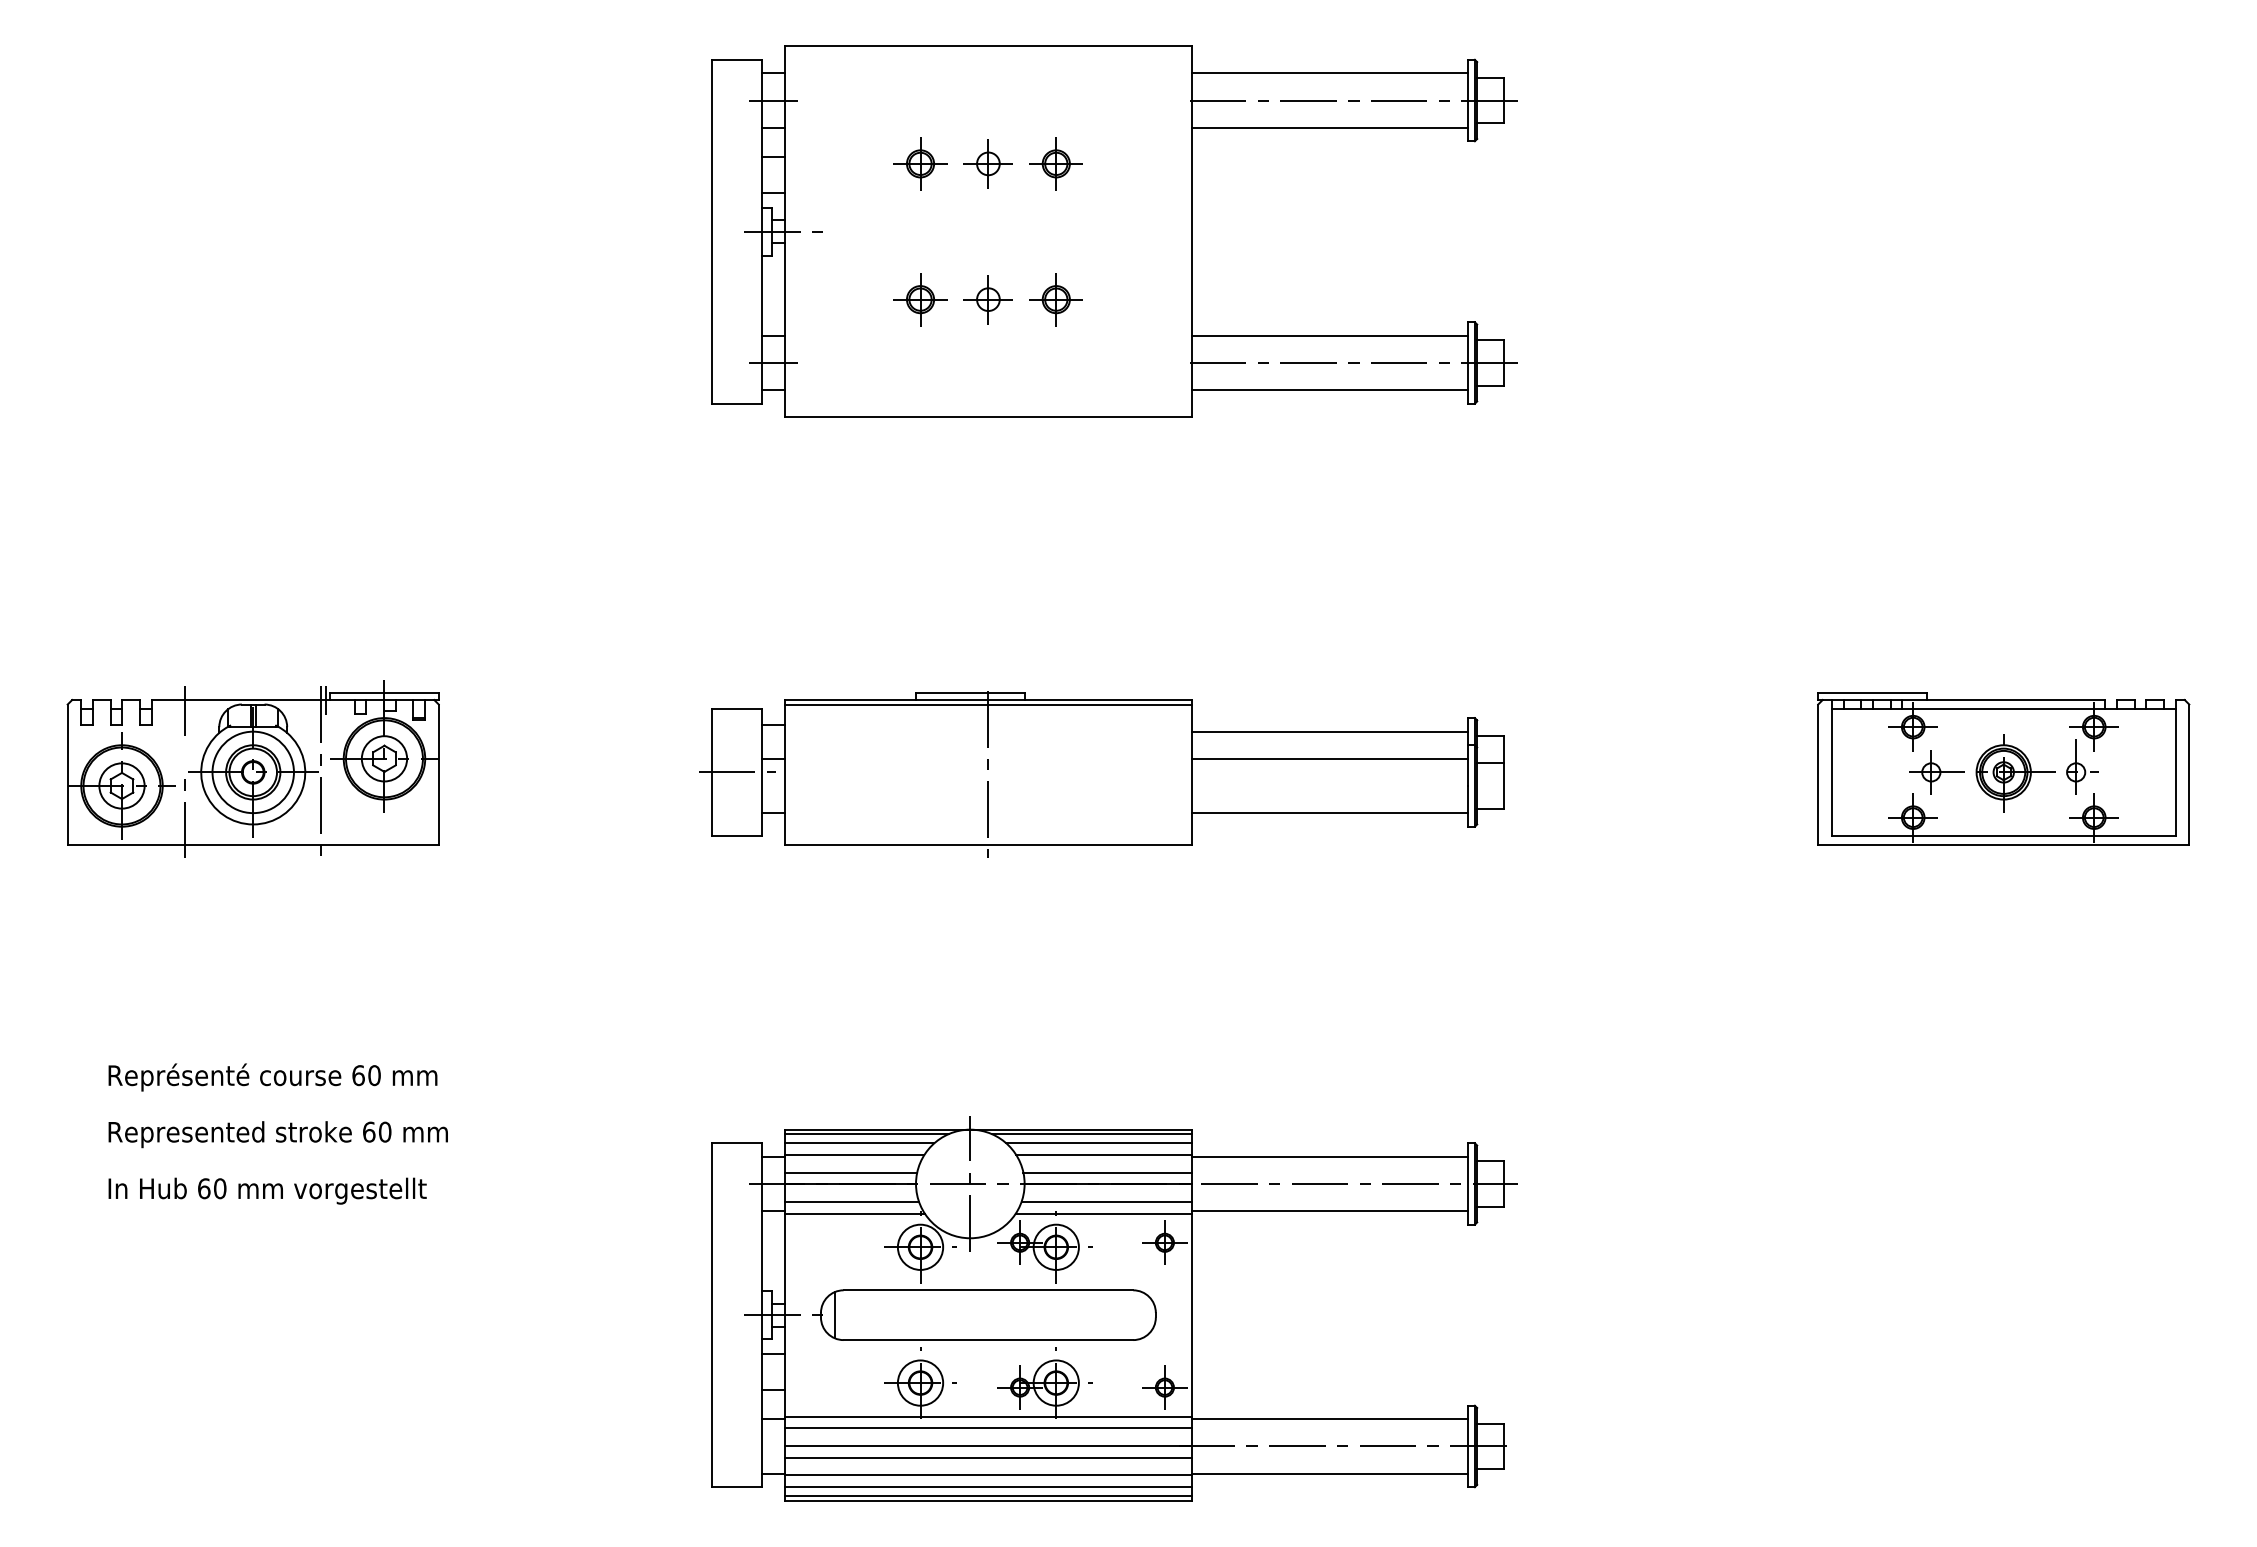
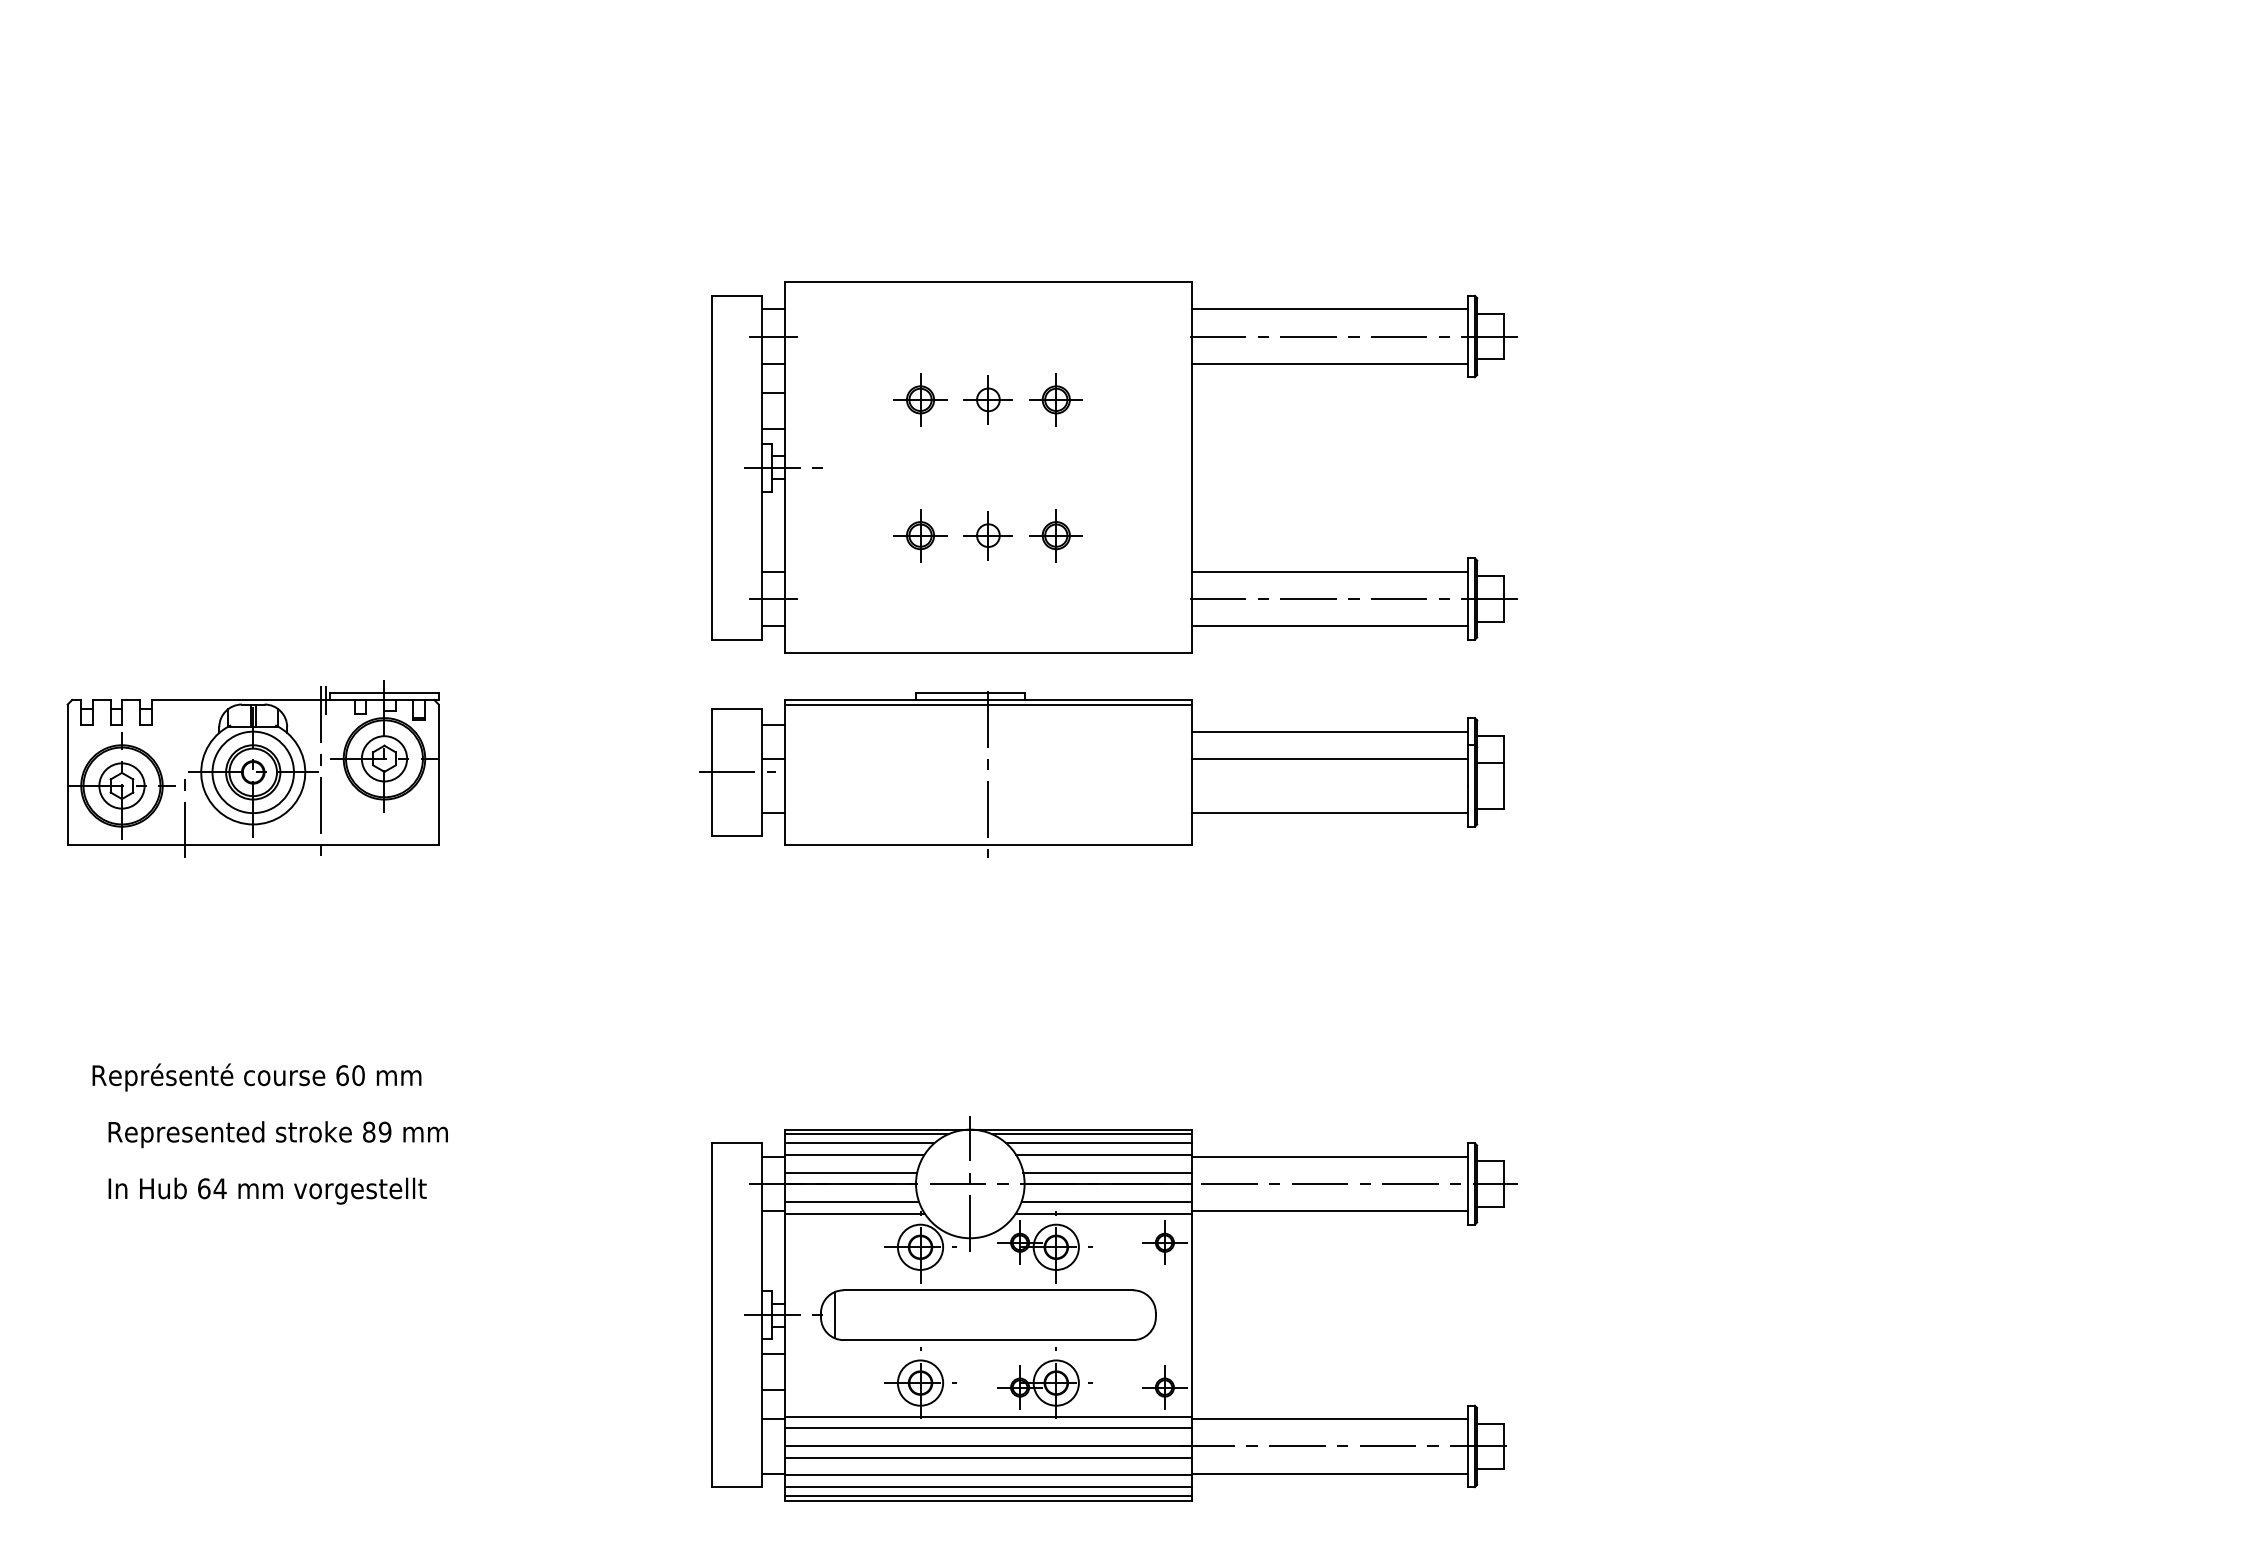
part at (1114, 231) position: (1114, 231) -> (1114, 467)
line at (185, 711): present -> none
part at (2003, 768): present -> none
text at (272, 1077) position: (272, 1077) -> (256, 1077)
text at (377, 1131): 60 -> 89
text at (219, 1188): 60 -> 64
